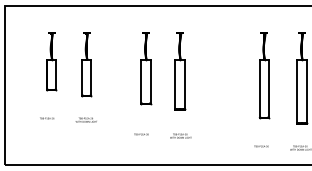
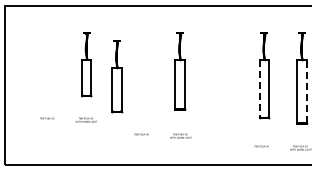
part at (51, 61): present -> none
part at (146, 68) position: (146, 68) -> (117, 76)
line at (259, 88): solid -> dashed
line at (306, 91): solid -> dashed
